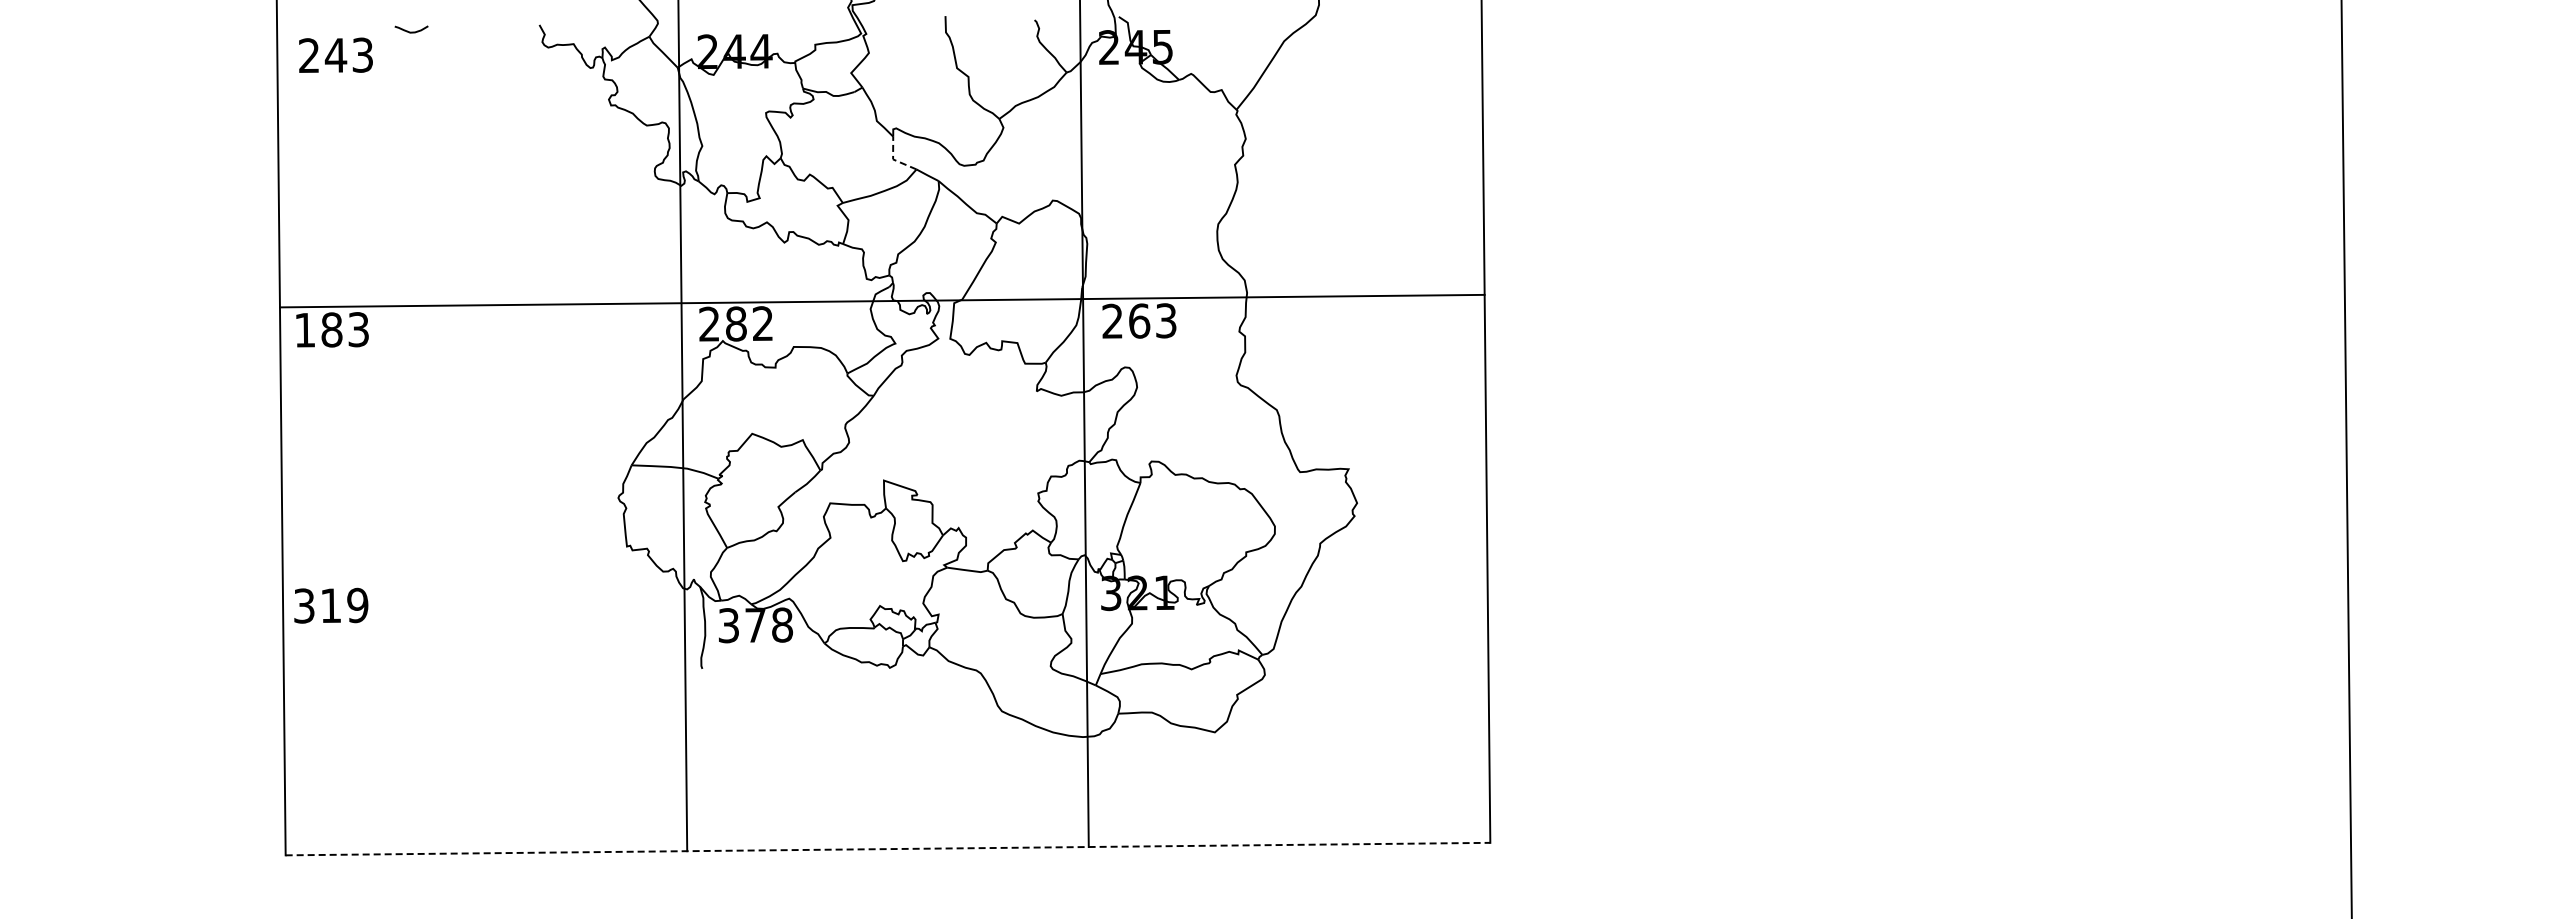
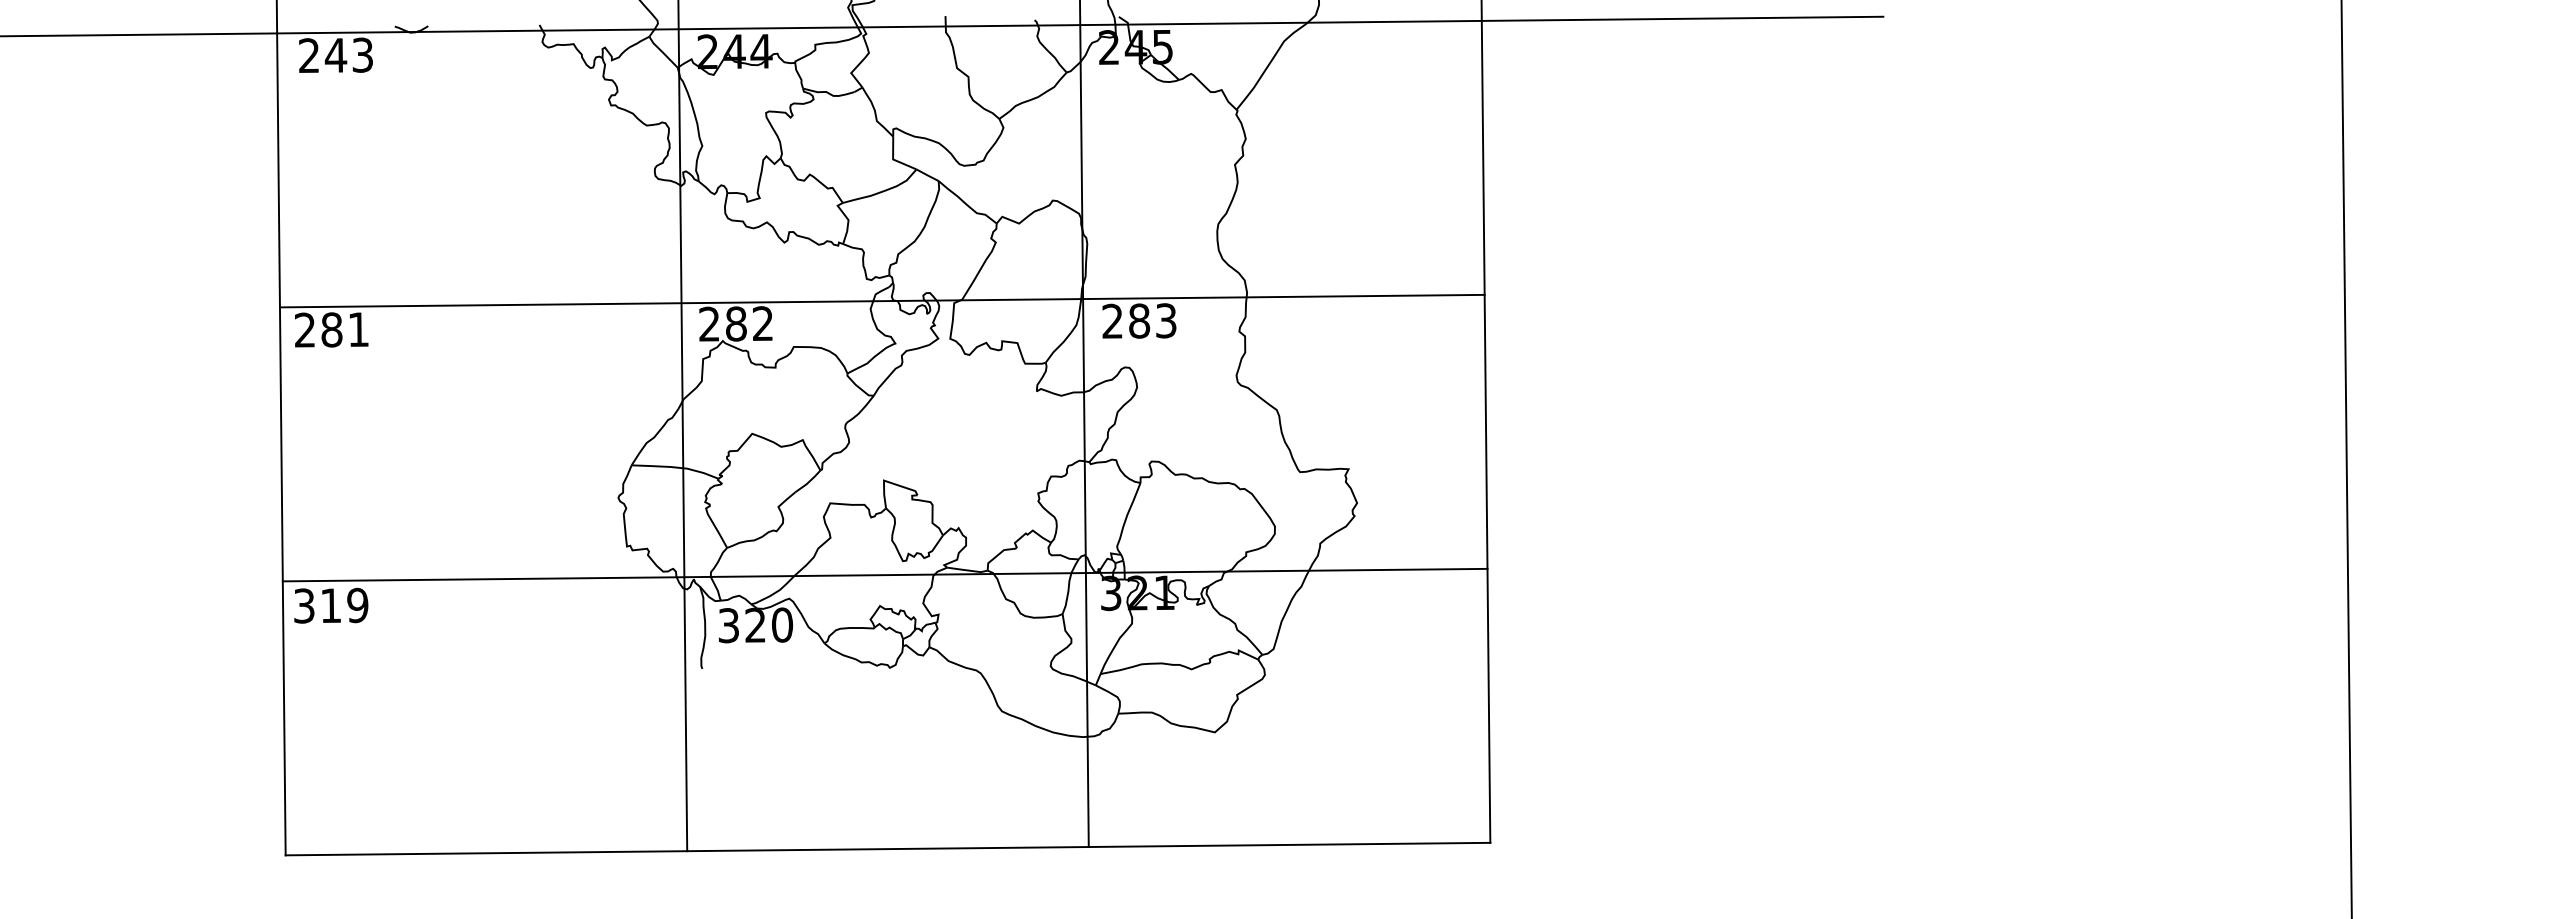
line at (942, 26): none -> present
line at (894, 159): dashed -> solid
text at (1139, 320): 263 -> 283
text at (331, 329): 183 -> 281
line at (884, 574): none -> present
text at (769, 624): 378 -> 320
line at (888, 849): dashed -> solid
